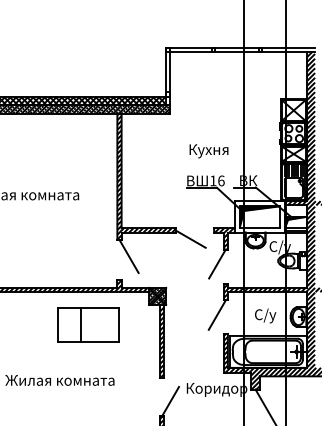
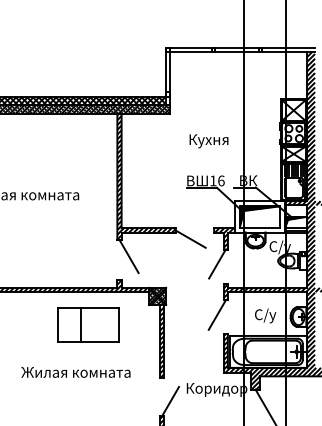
text at (208, 151) position: (208, 151) -> (208, 141)
text at (59, 380) position: (59, 380) -> (75, 372)
